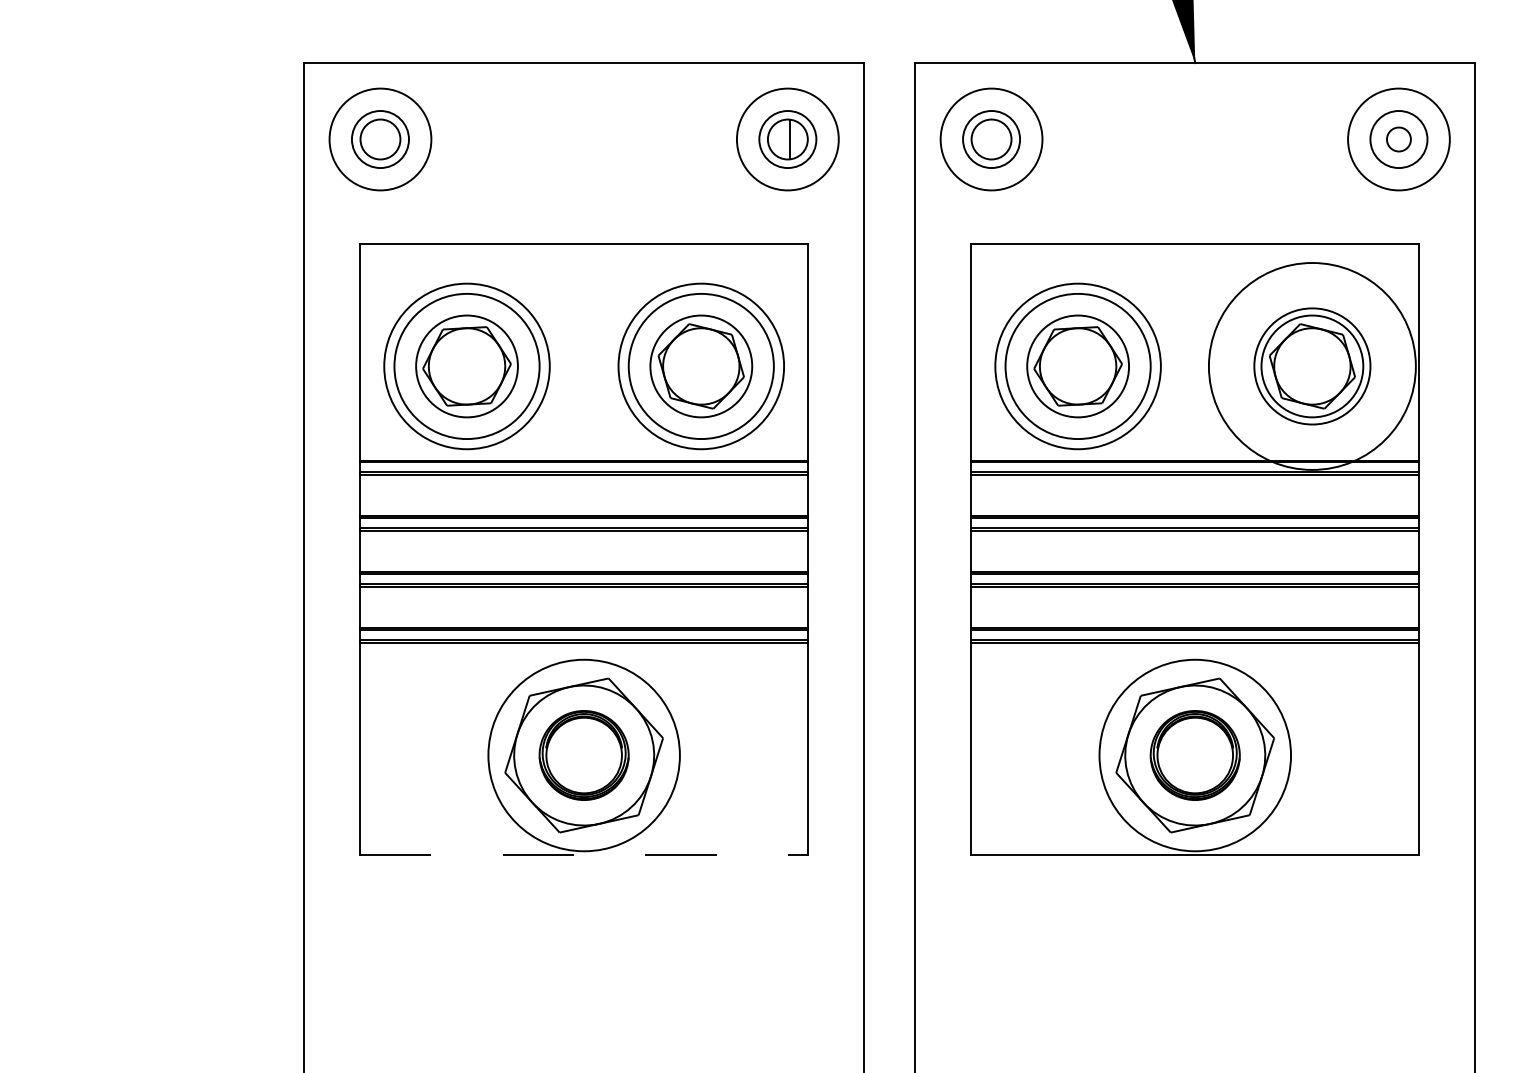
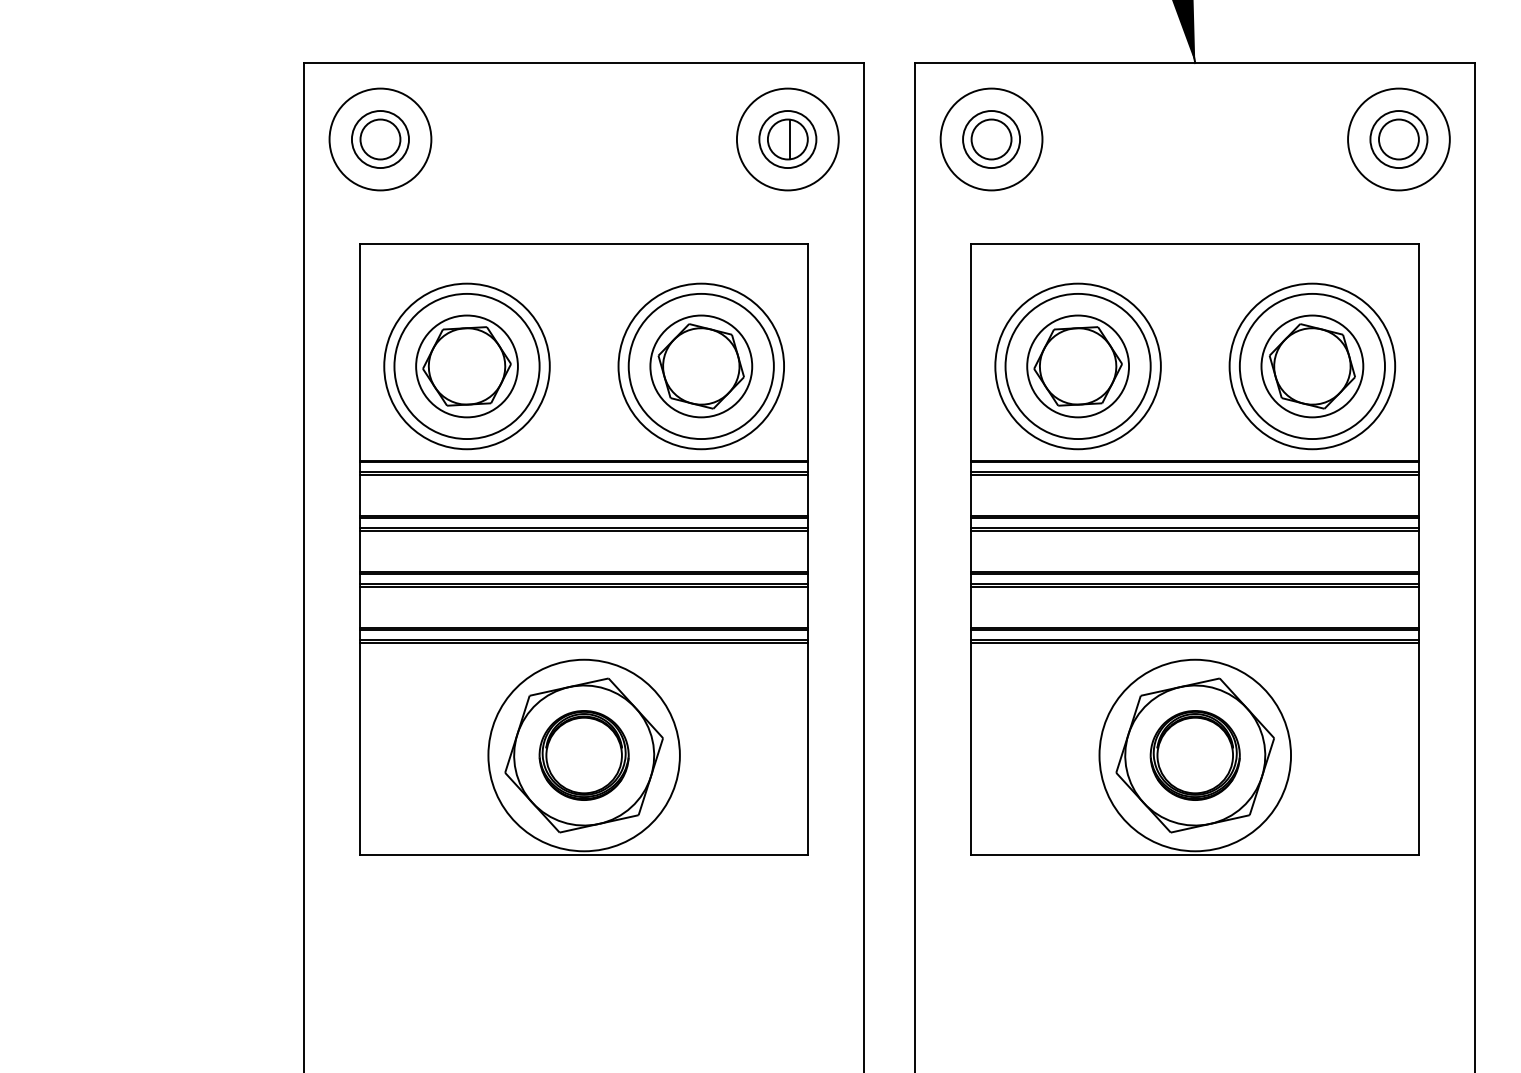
circle at (1398, 139) diameter: 24 px -> 40 px
circle at (1311, 365) diameter: 207 px -> 166 px
circle at (1312, 366) diameter: 116 px -> 145 px
line at (584, 855): dashed -> solid
